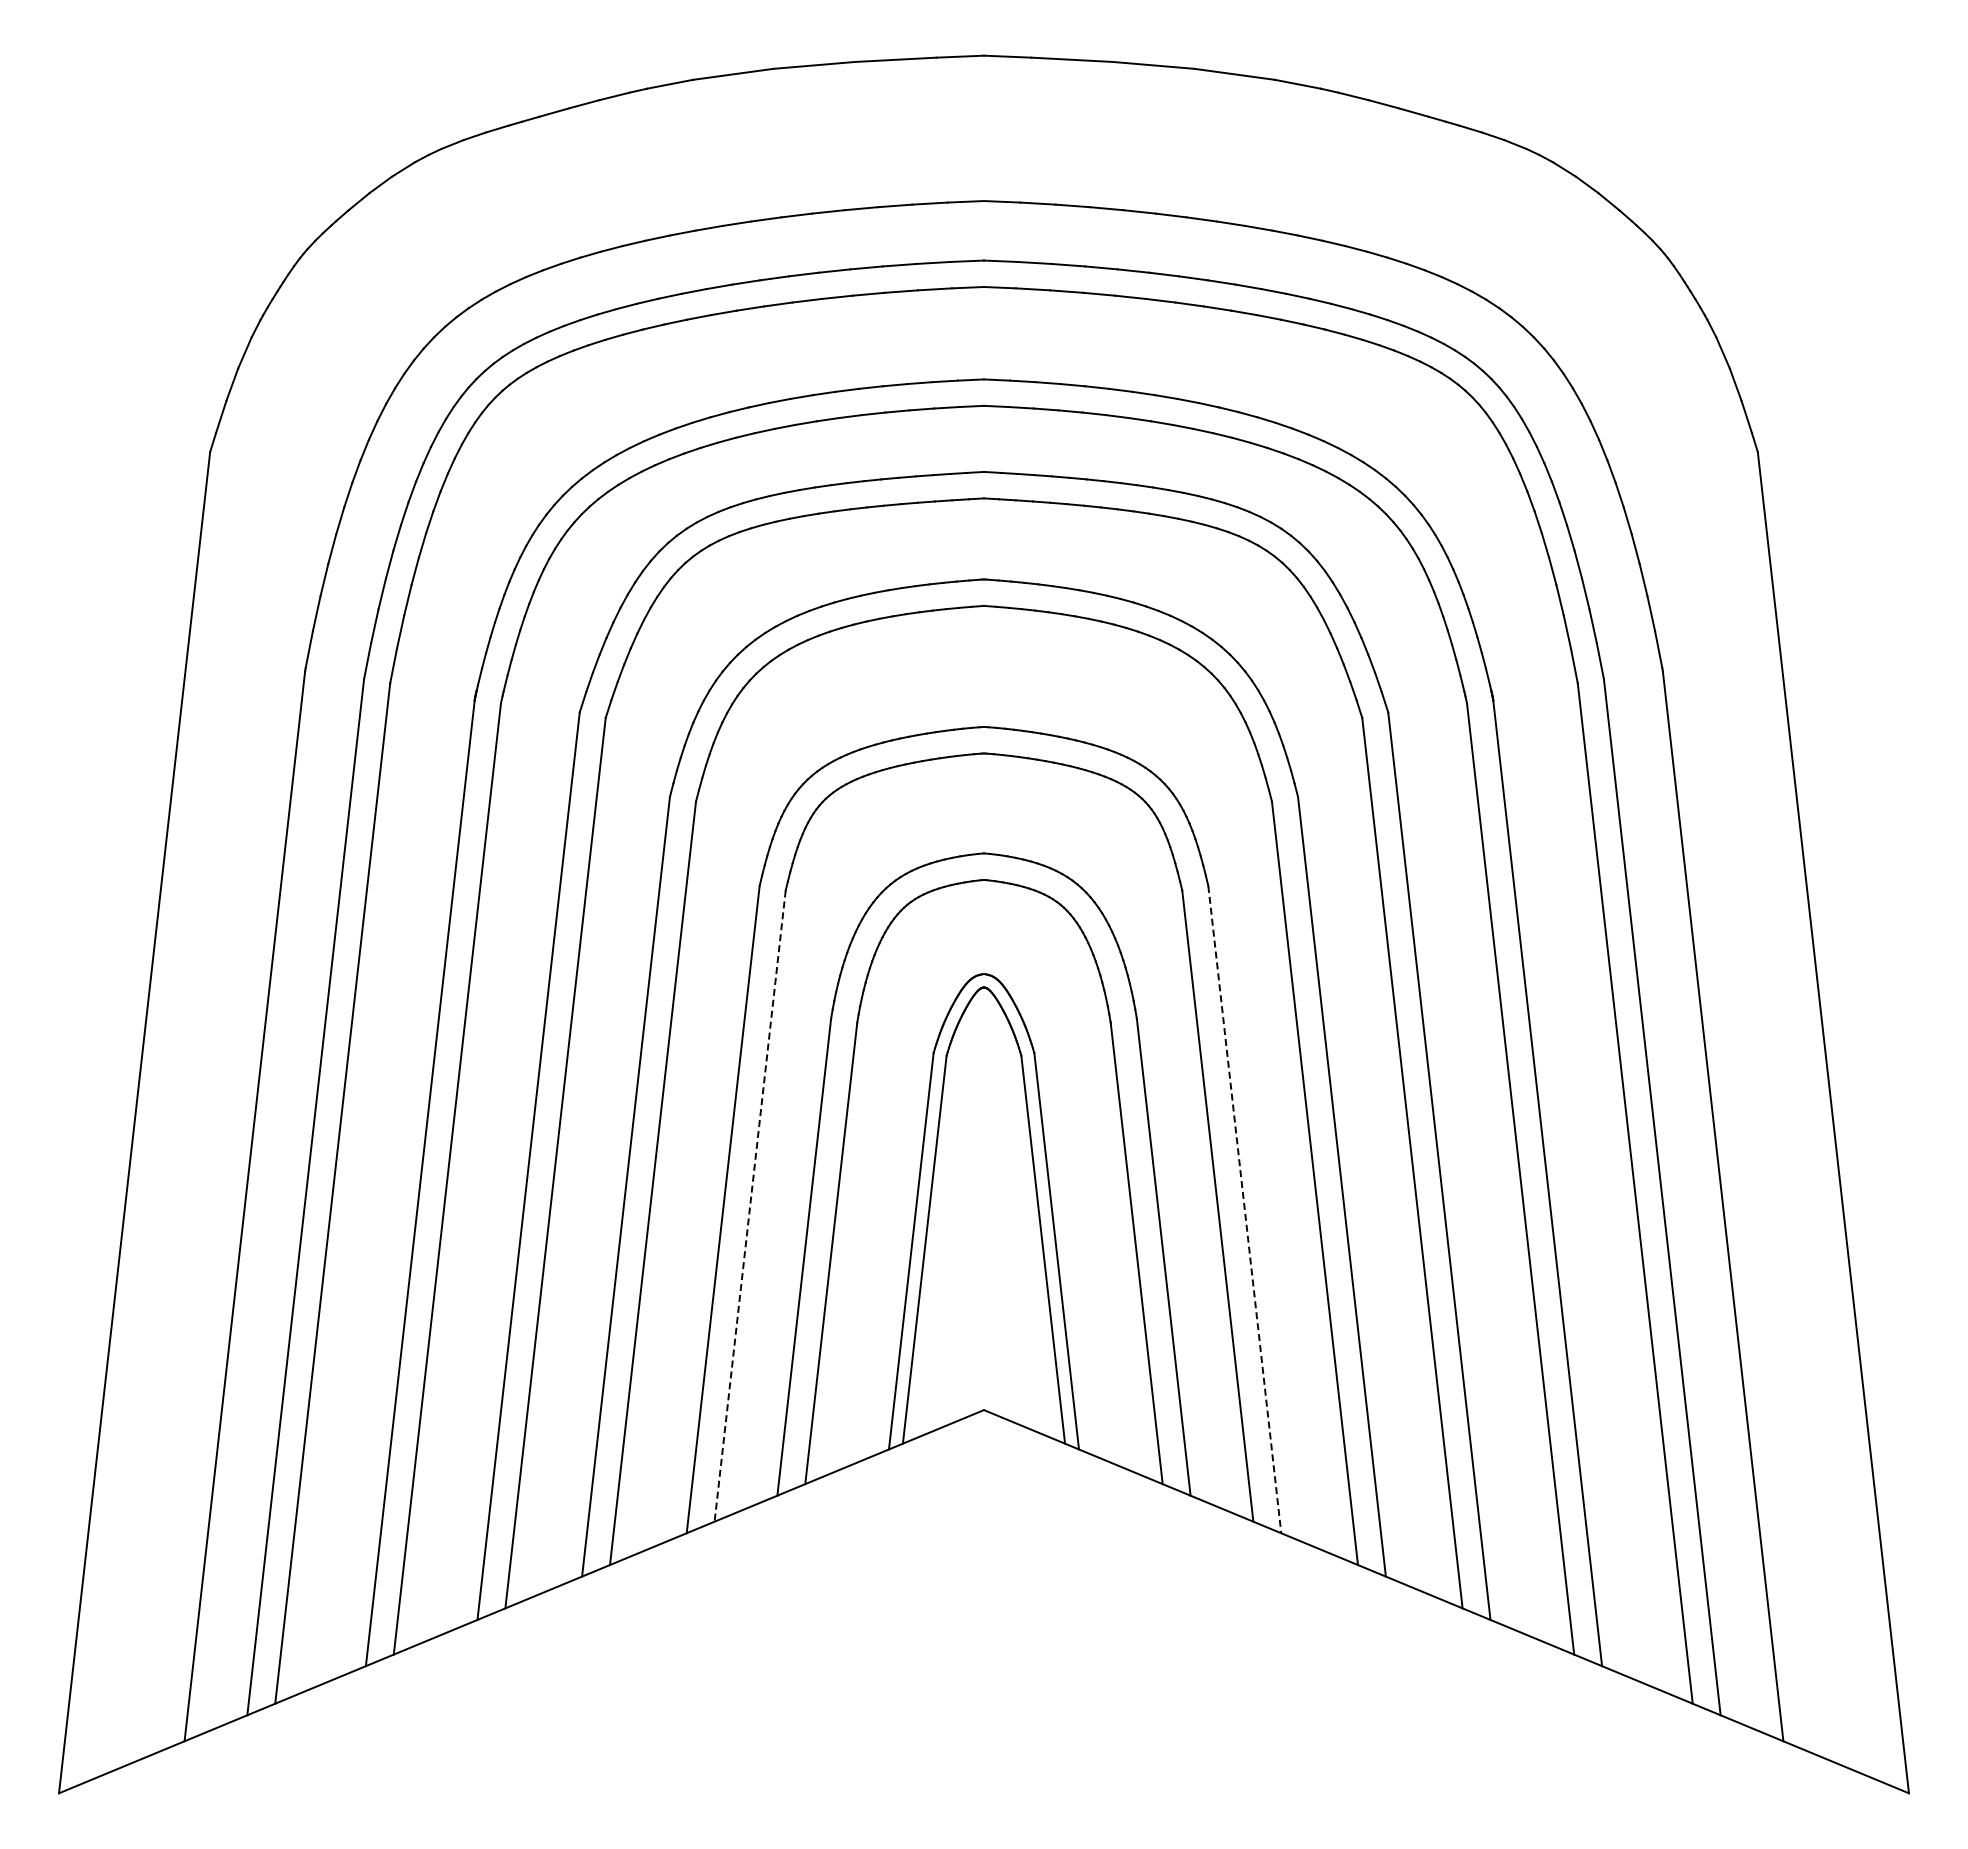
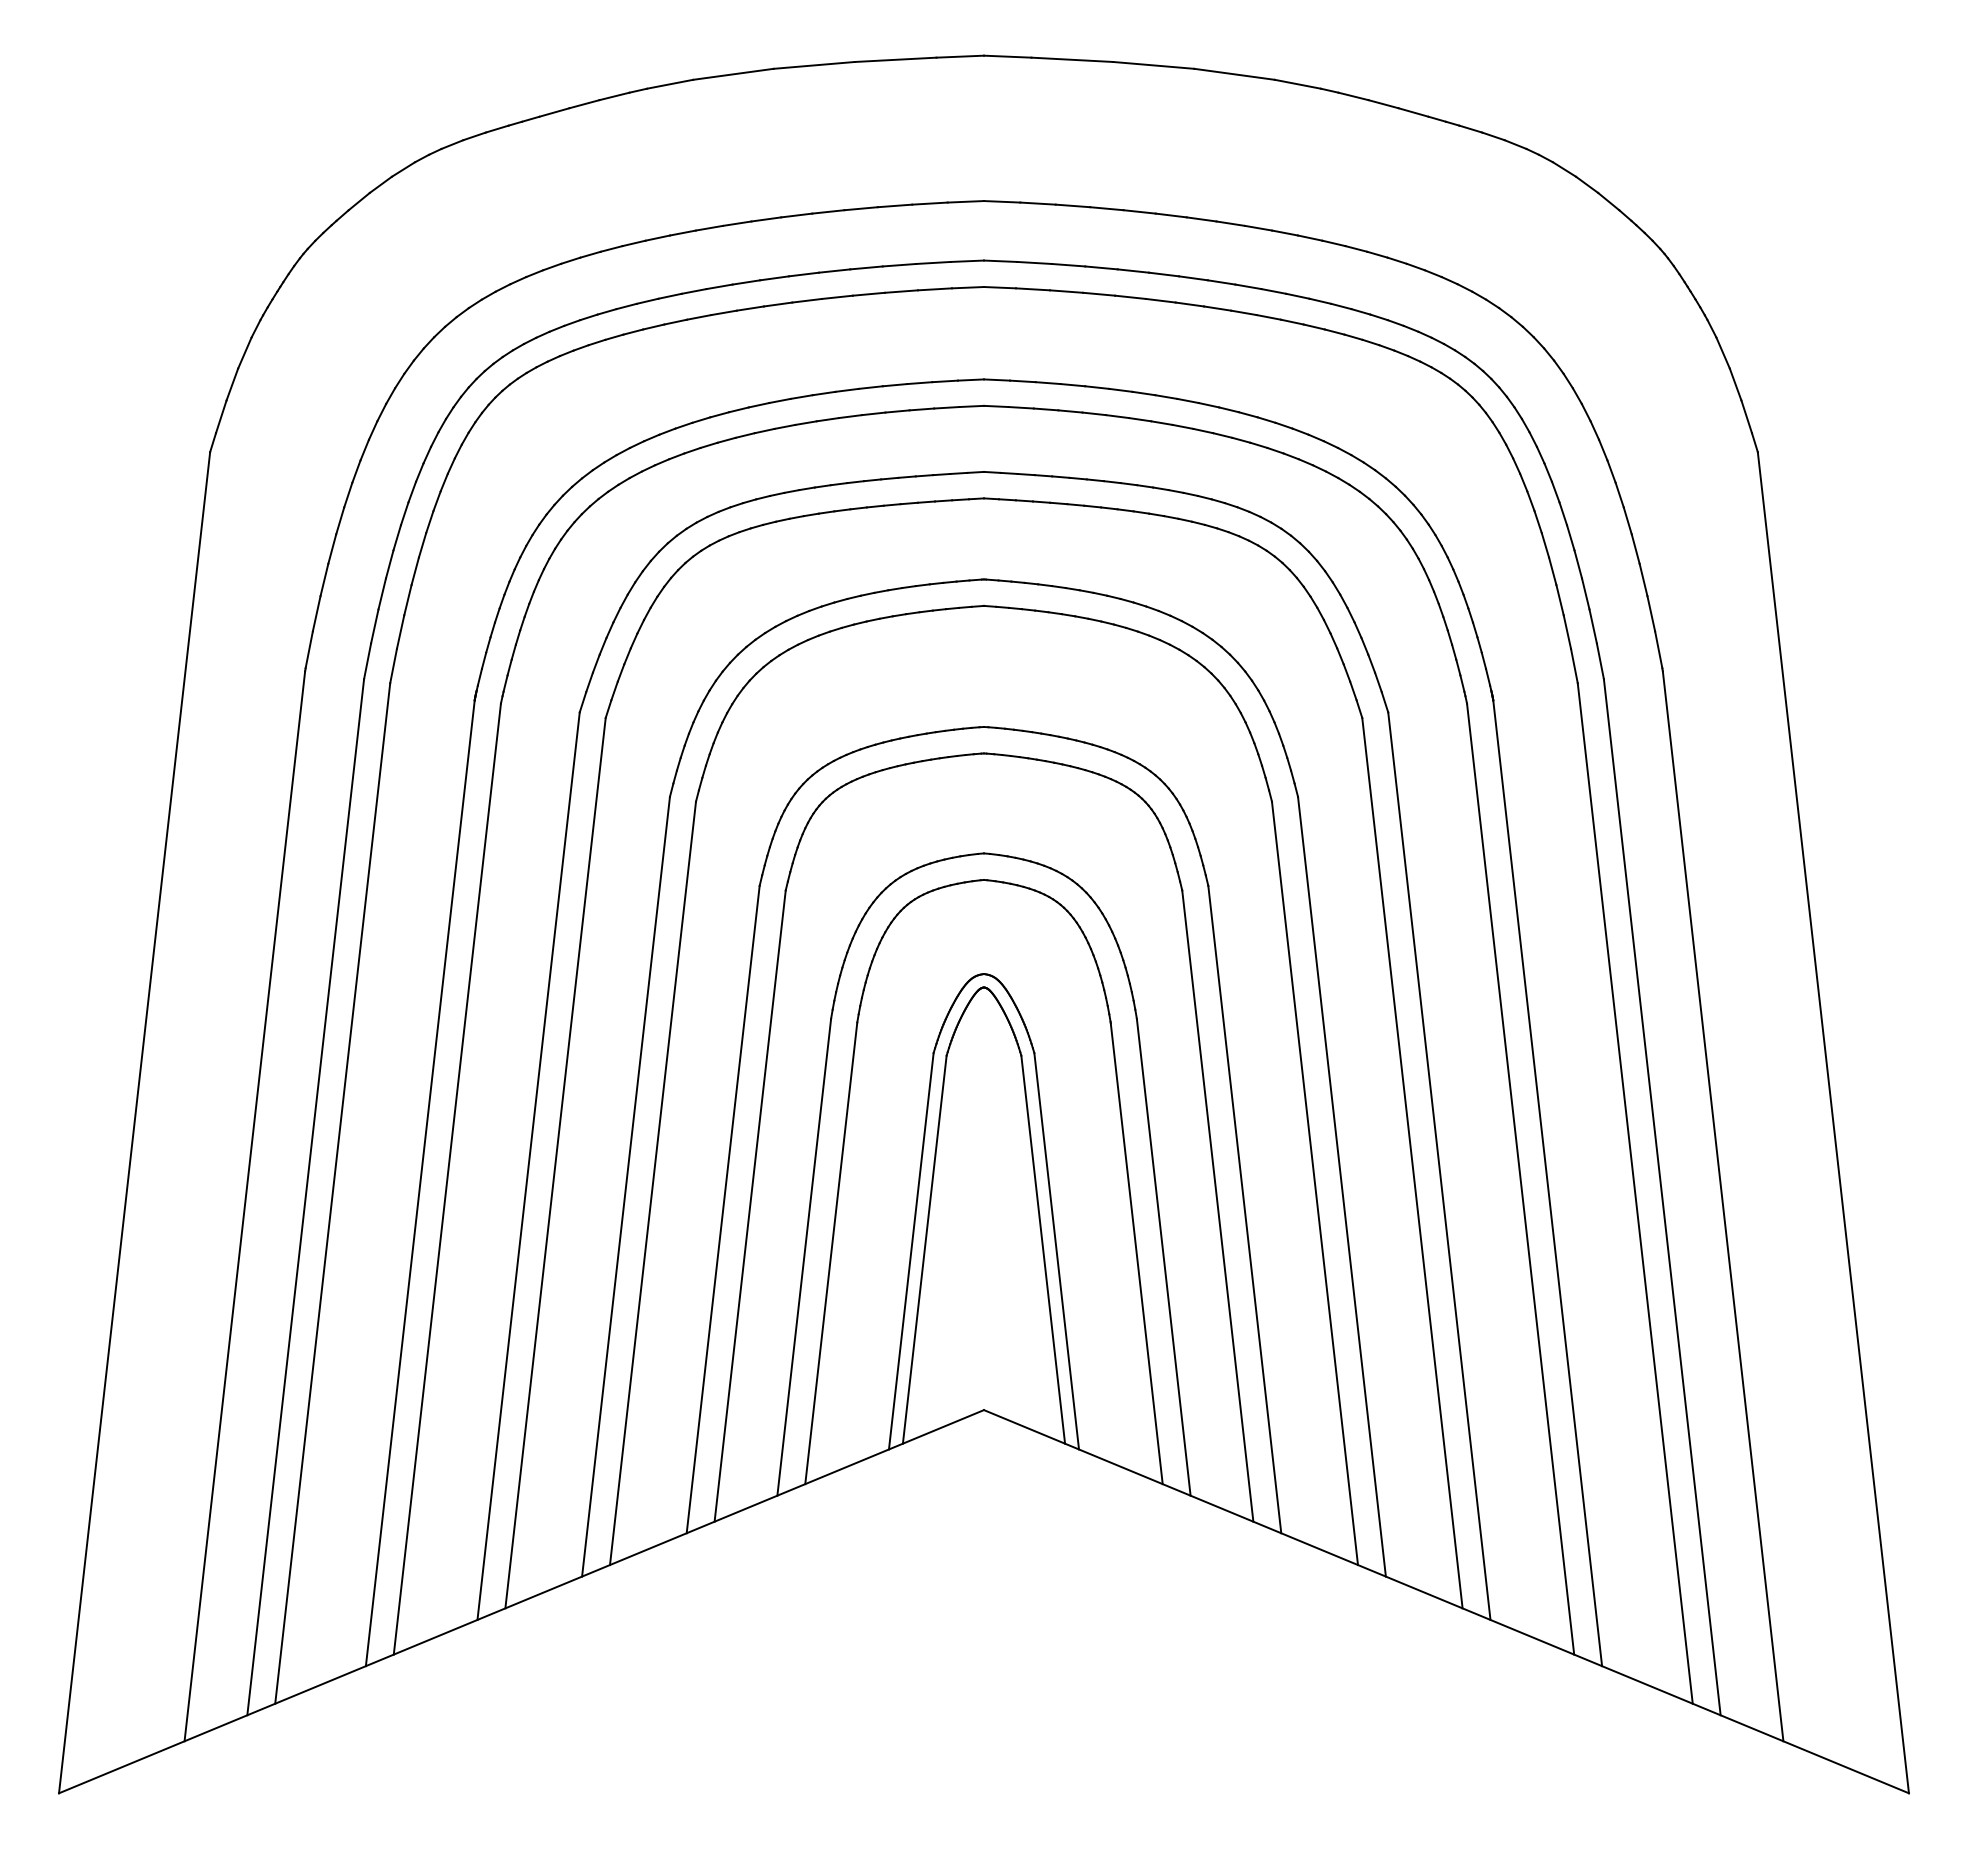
line at (750, 1206): dashed -> solid
line at (1244, 1209): dashed -> solid
